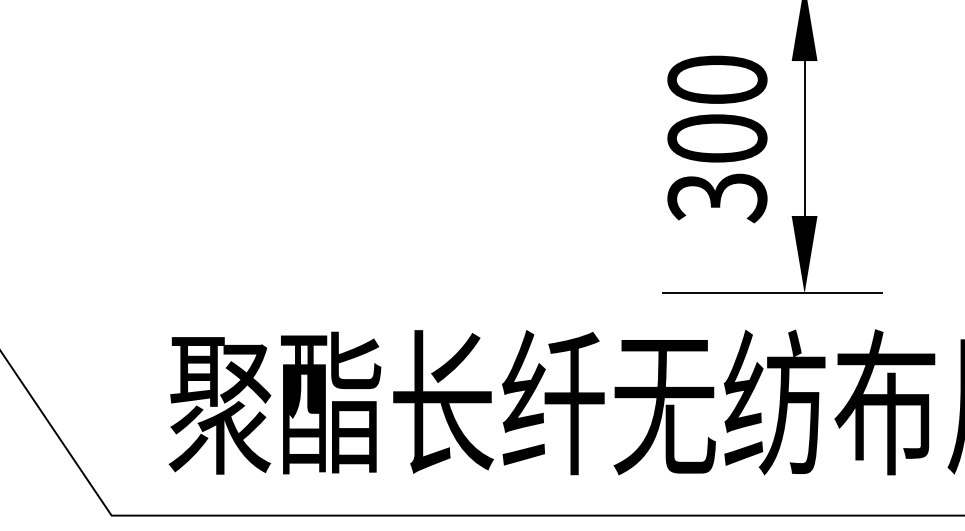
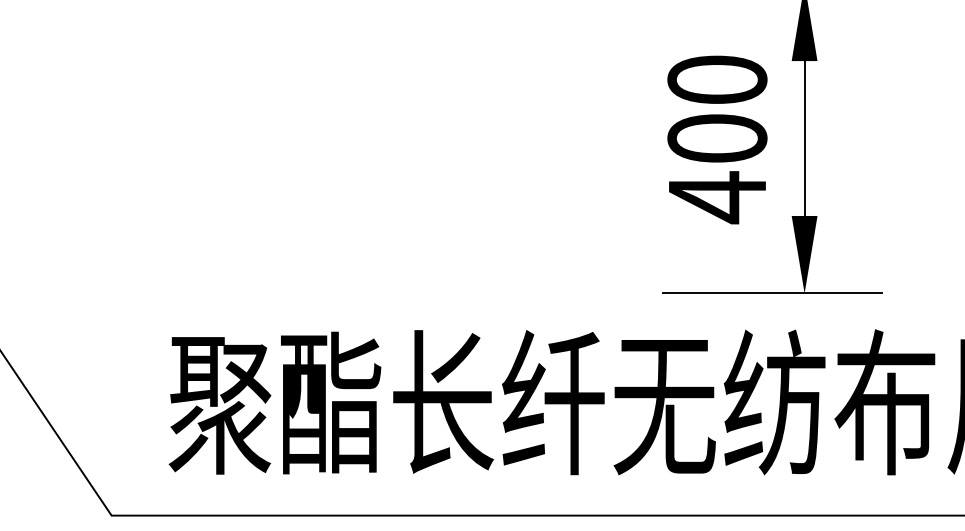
text at (717, 197): 300 -> 400
